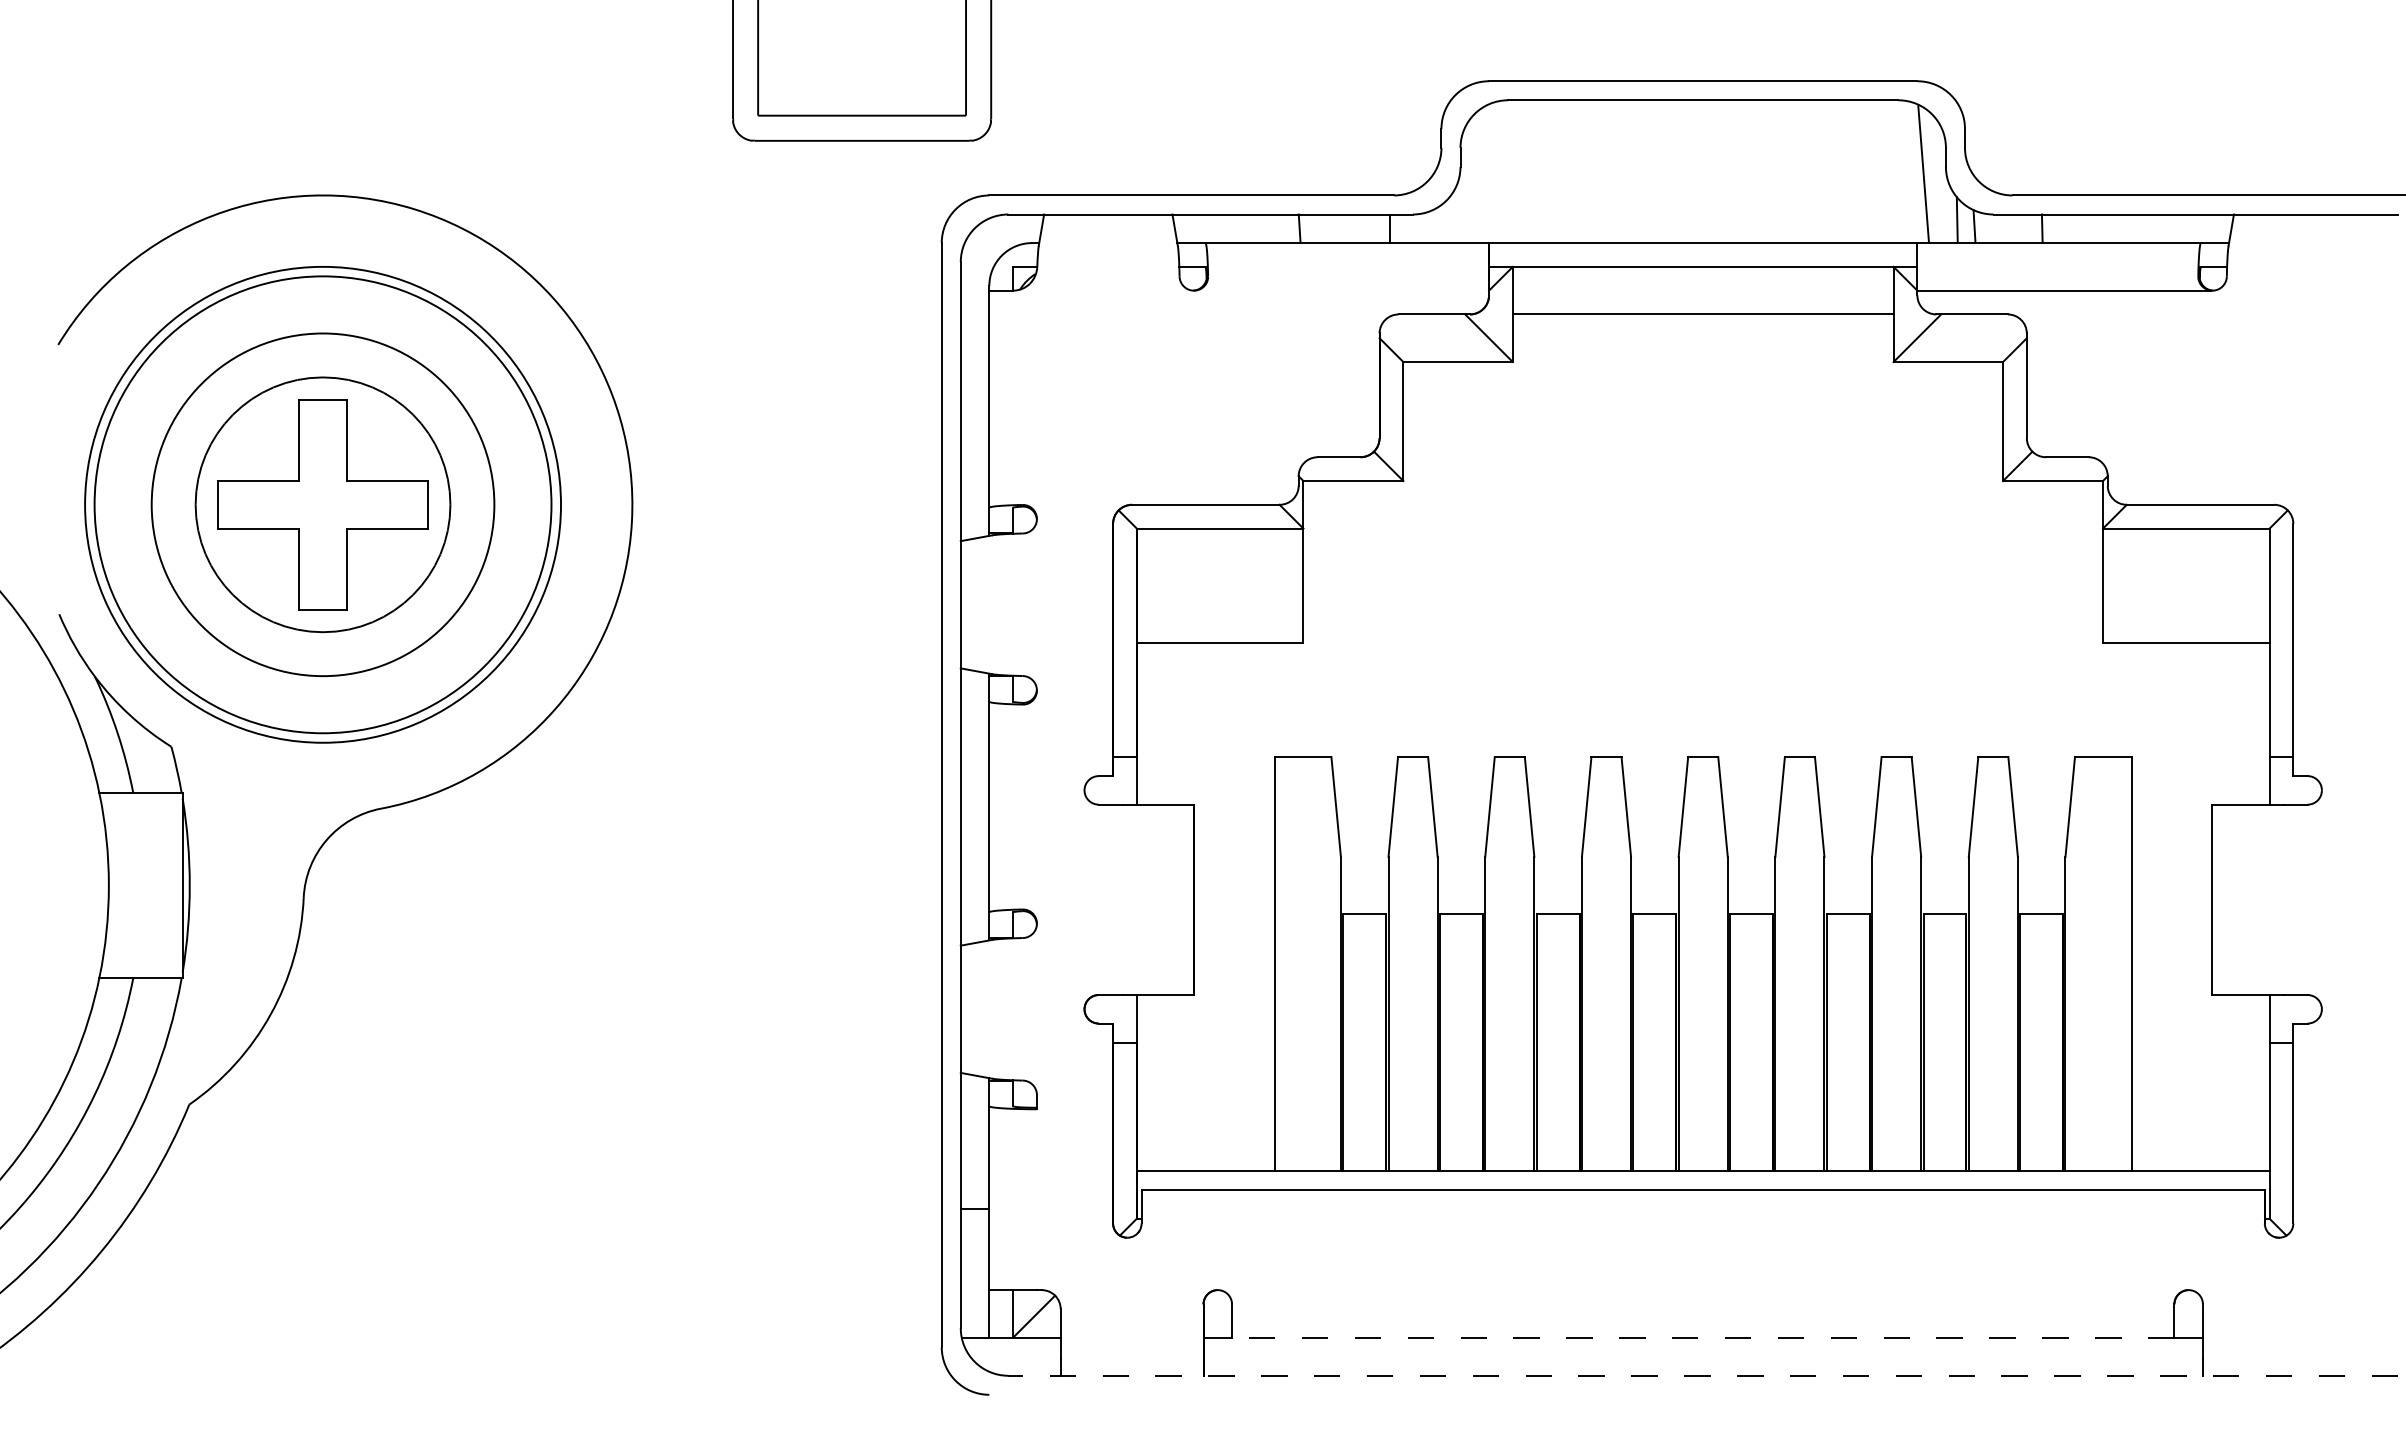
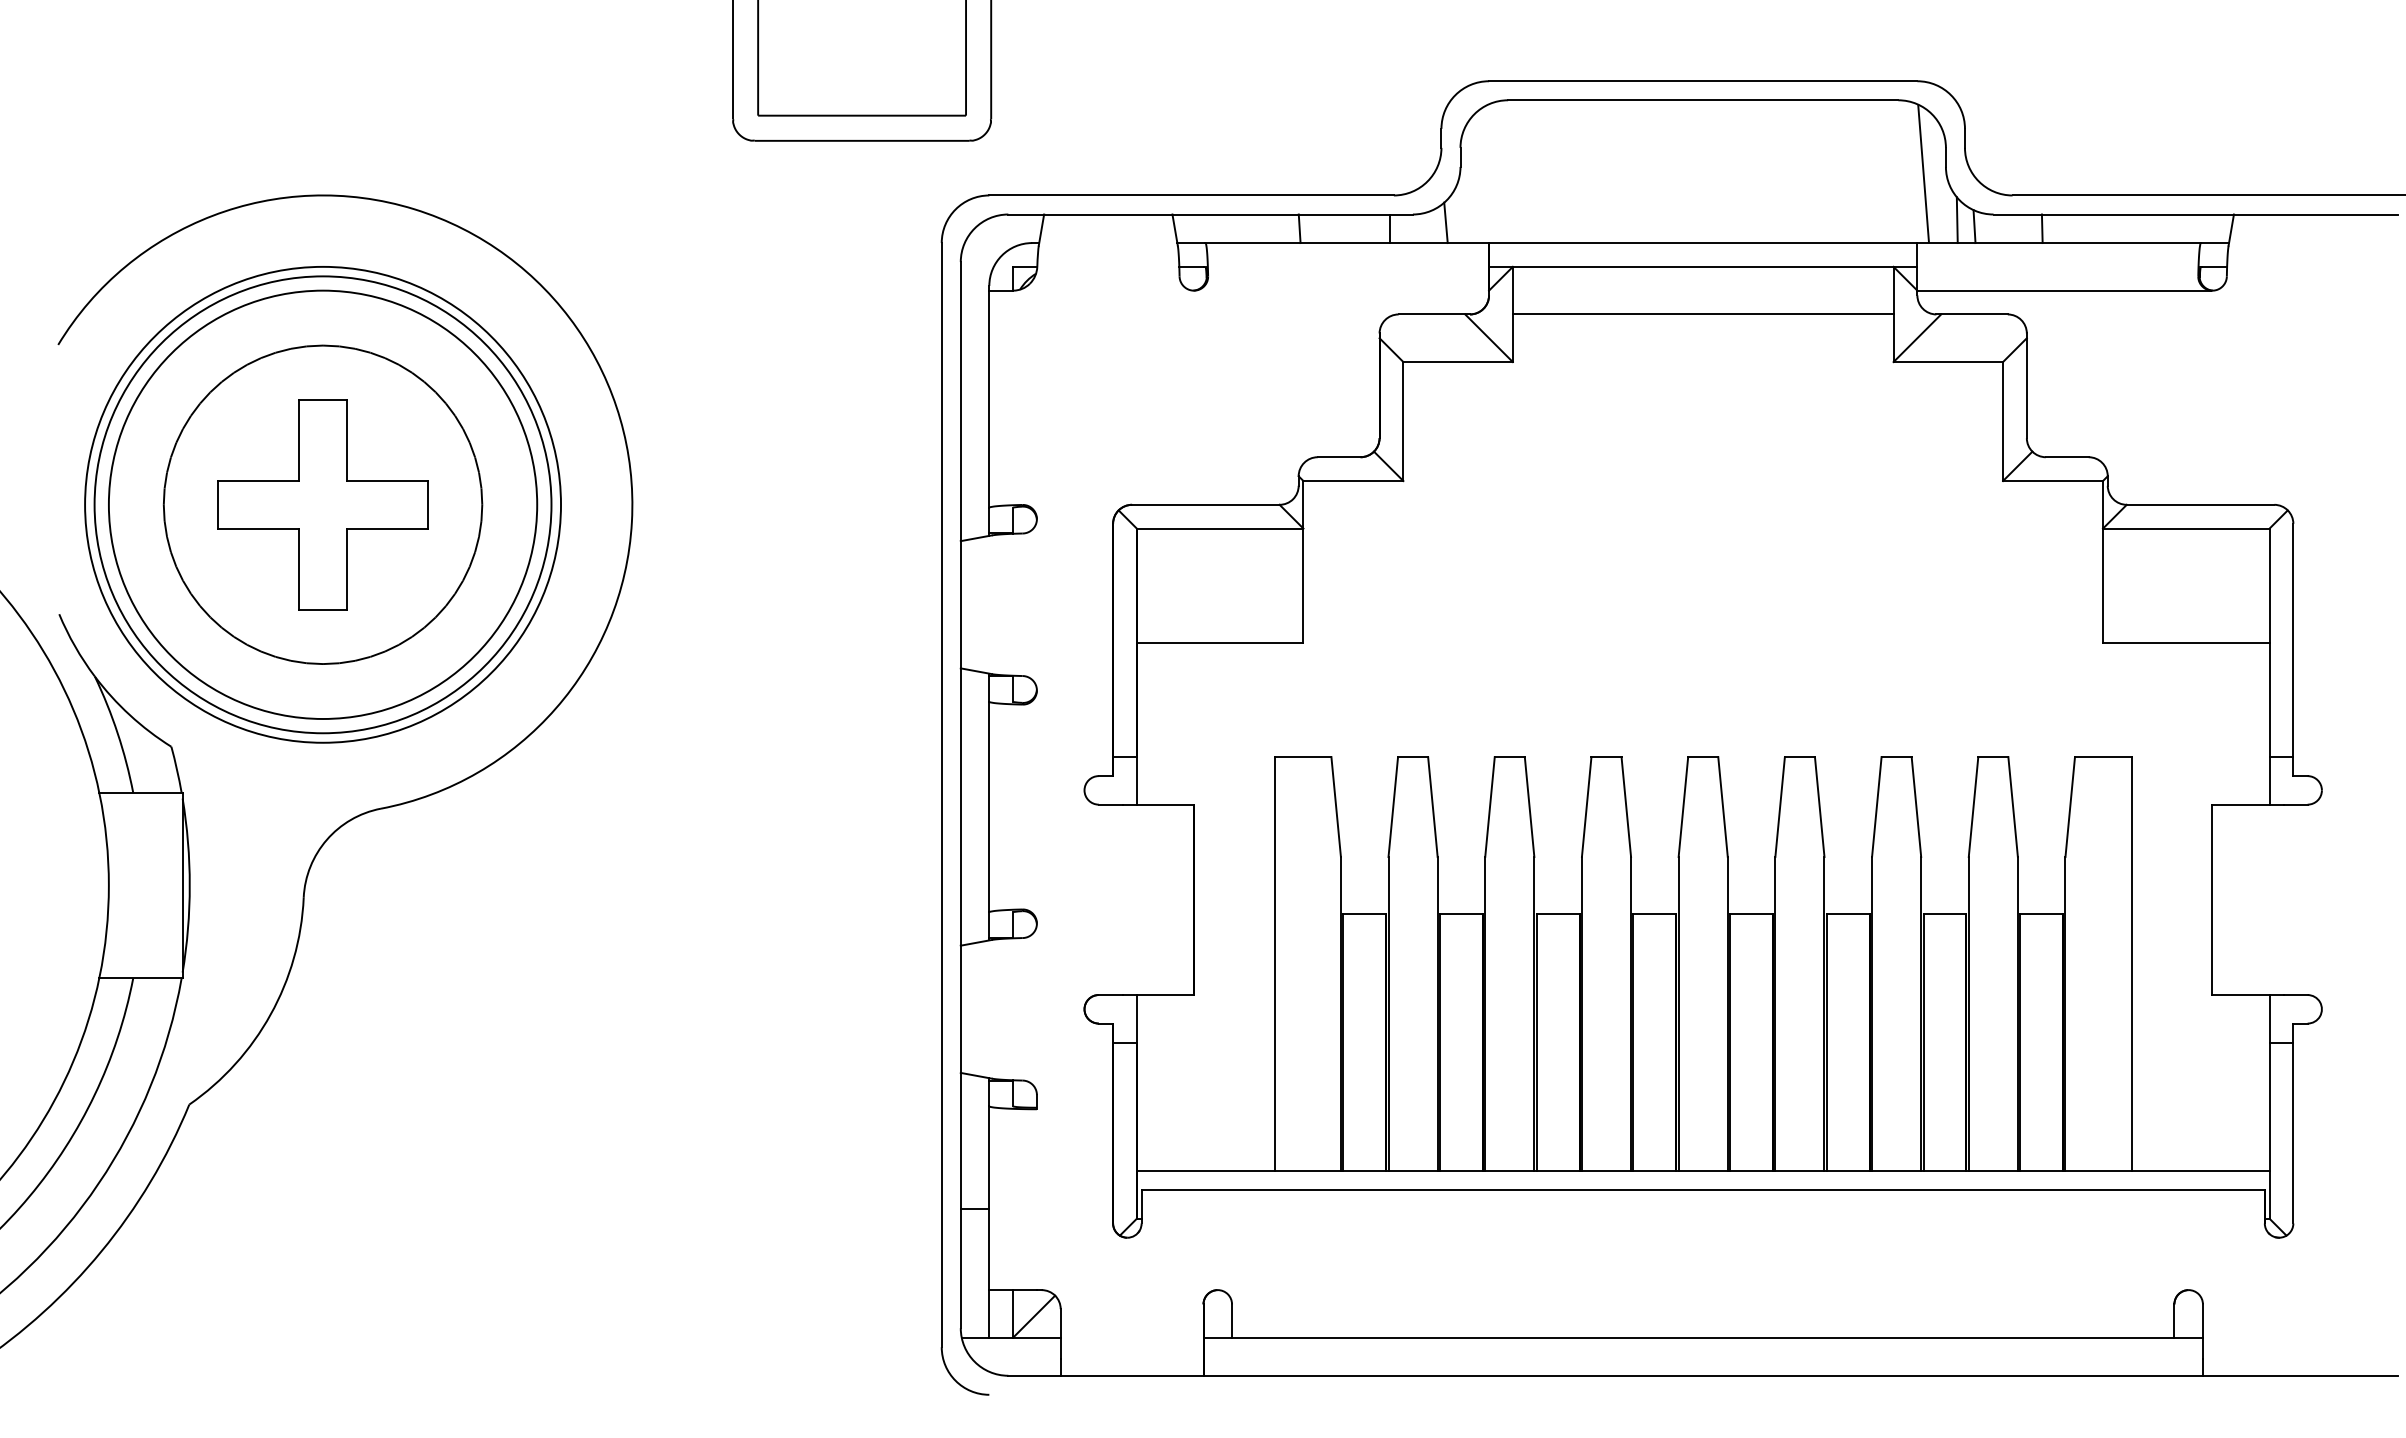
line at (1445, 222): none -> present
circle at (322, 504) diameter: 255 px -> 318 px
circle at (322, 504) diameter: 343 px -> 428 px
line at (1702, 1337): dashed -> solid
line at (1703, 1375): dashed -> solid
